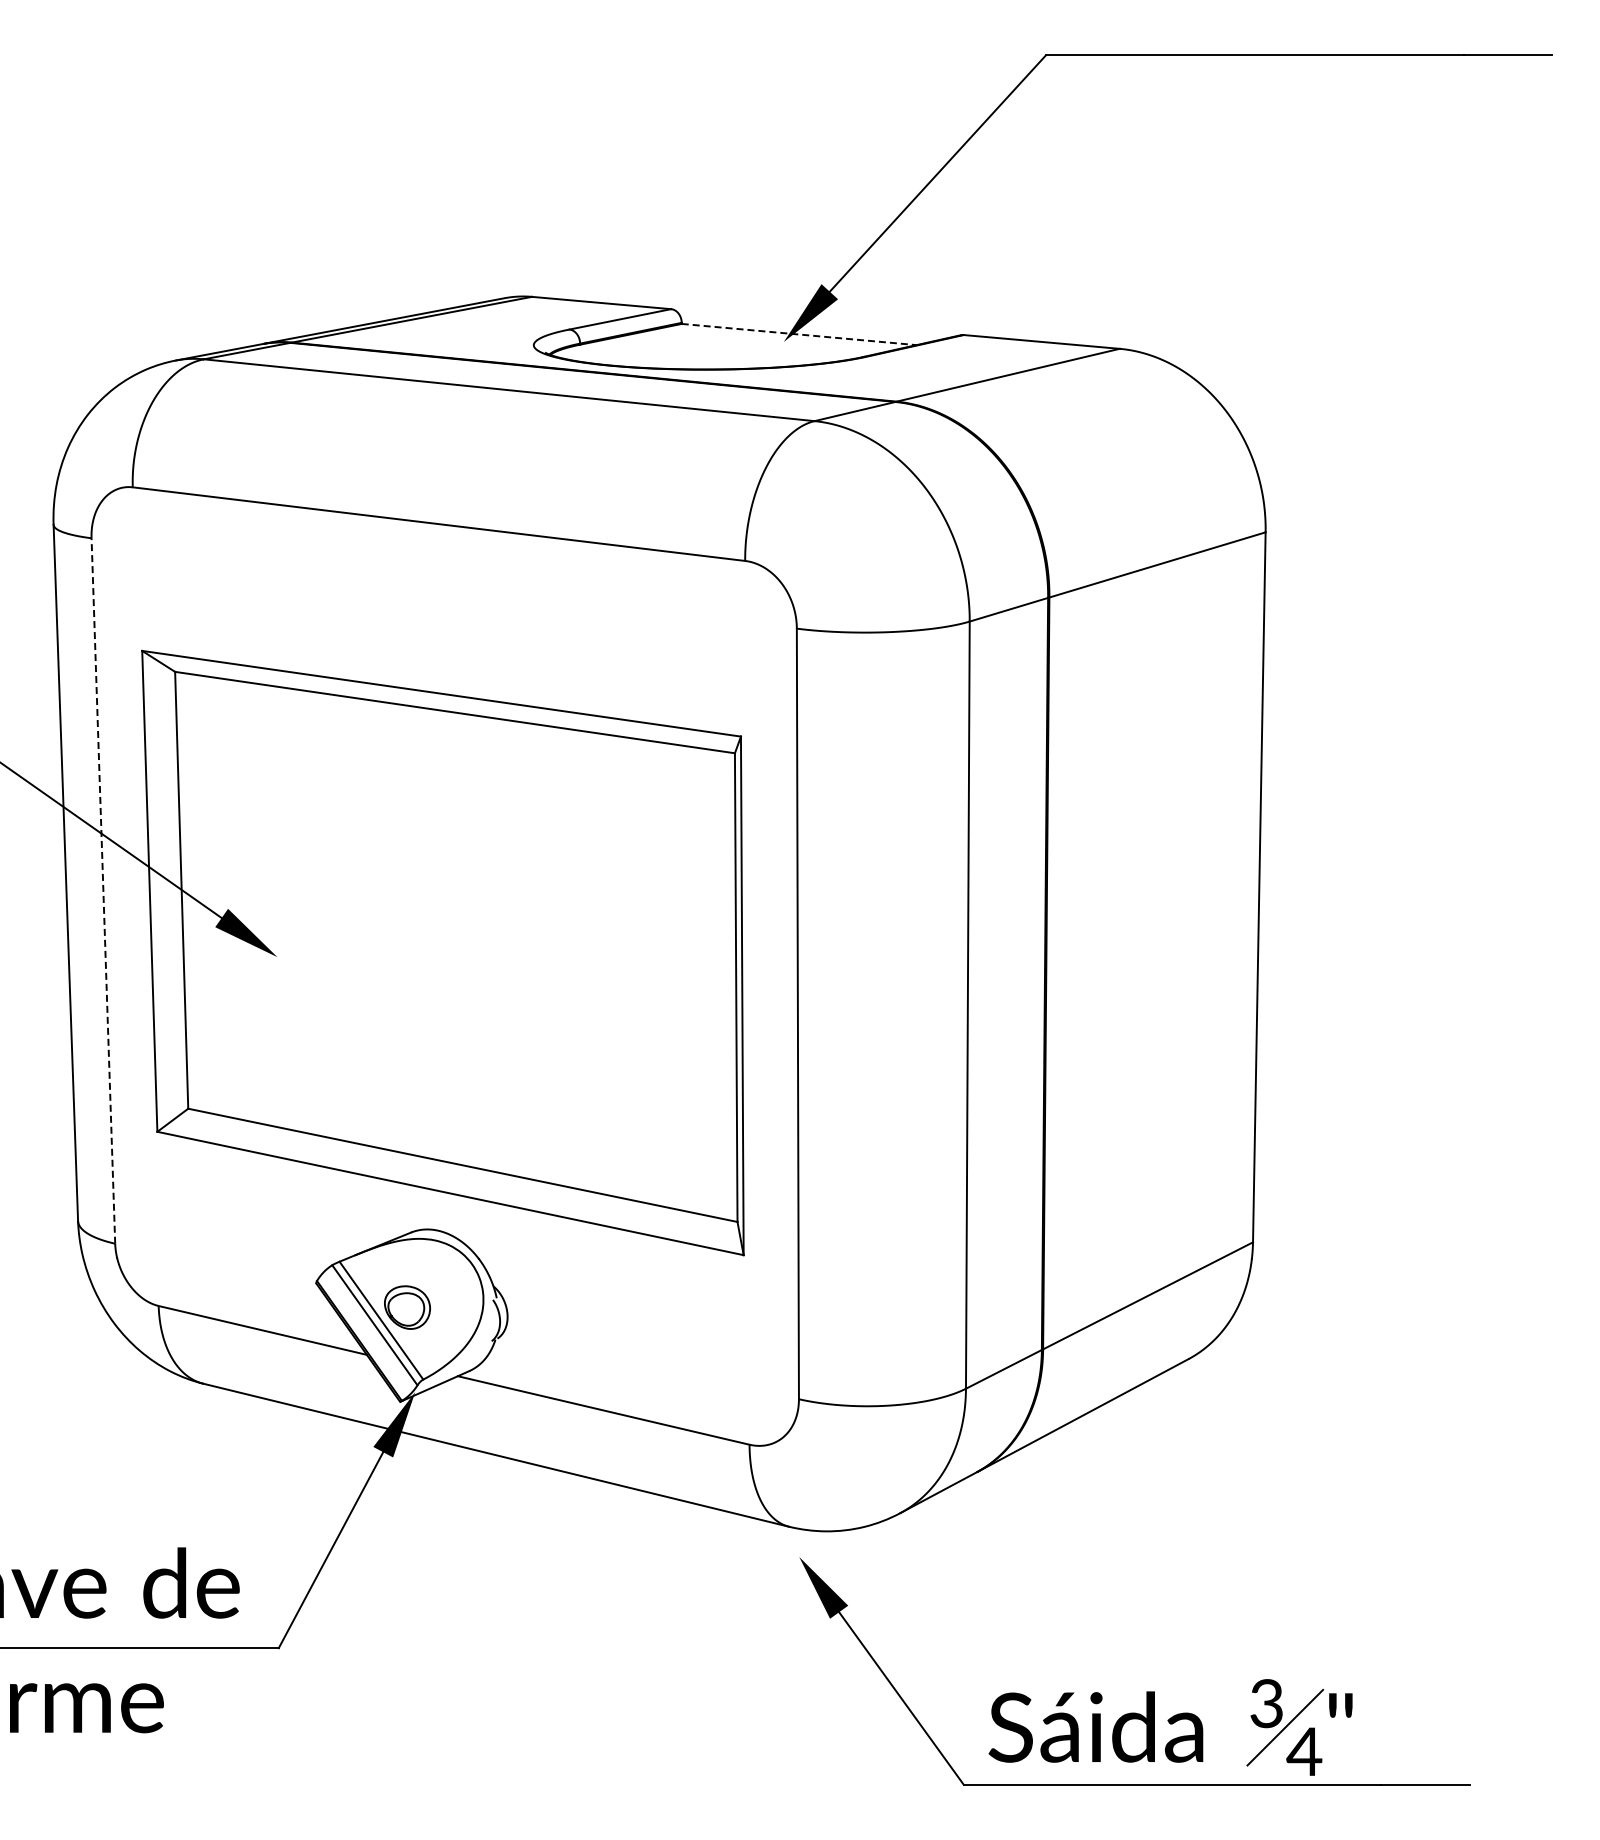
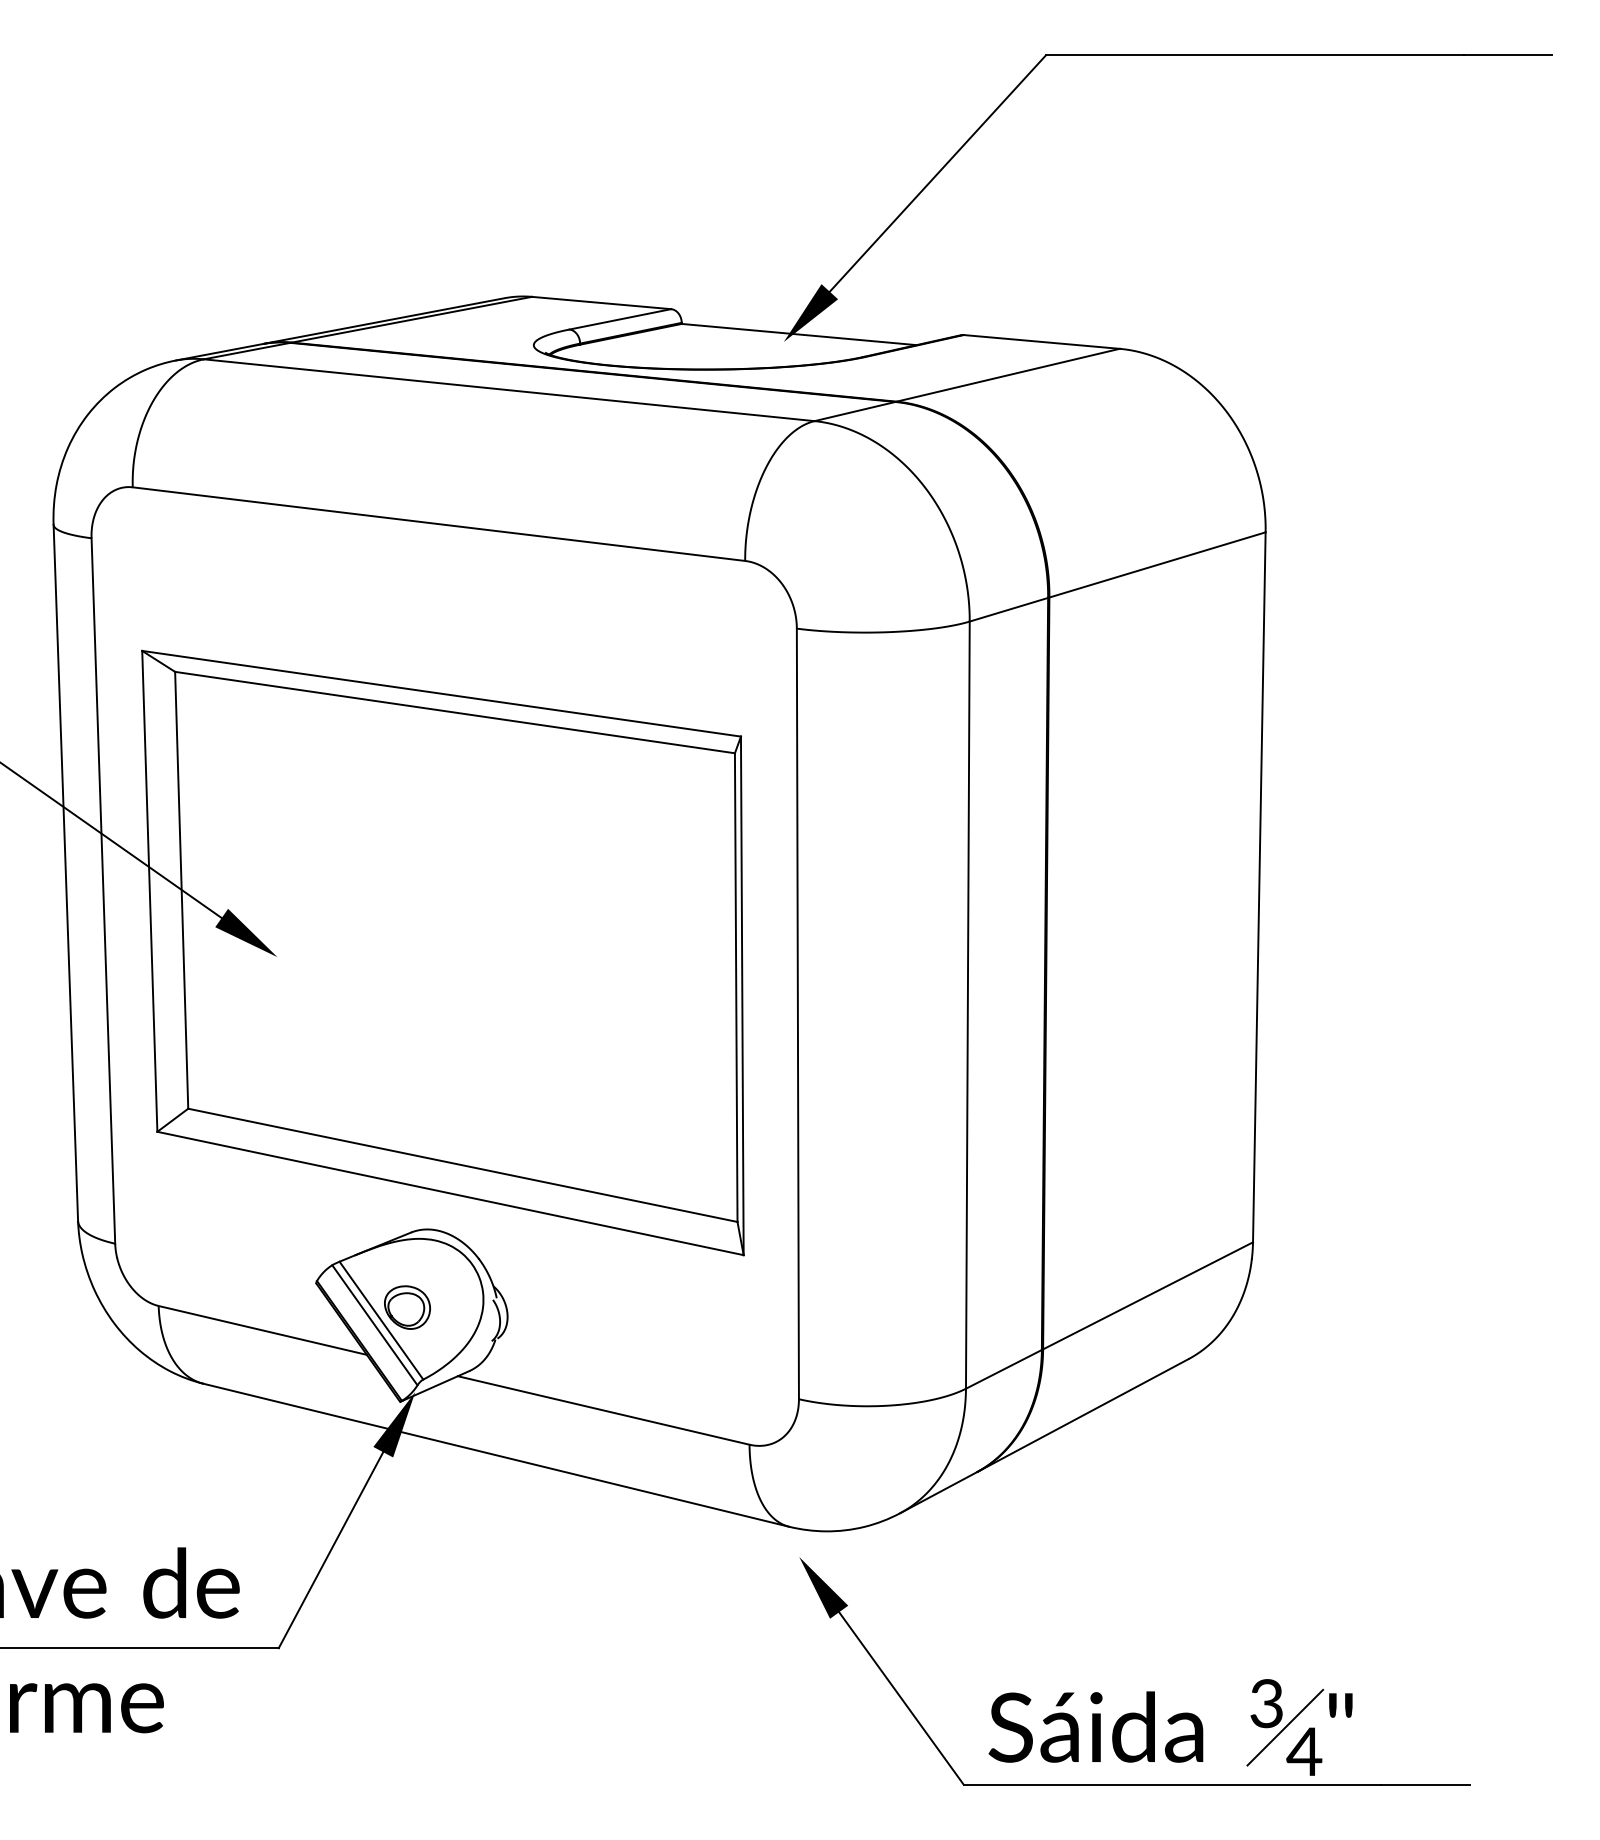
line at (799, 334): dashed -> solid
line at (103, 891): dashed -> solid
